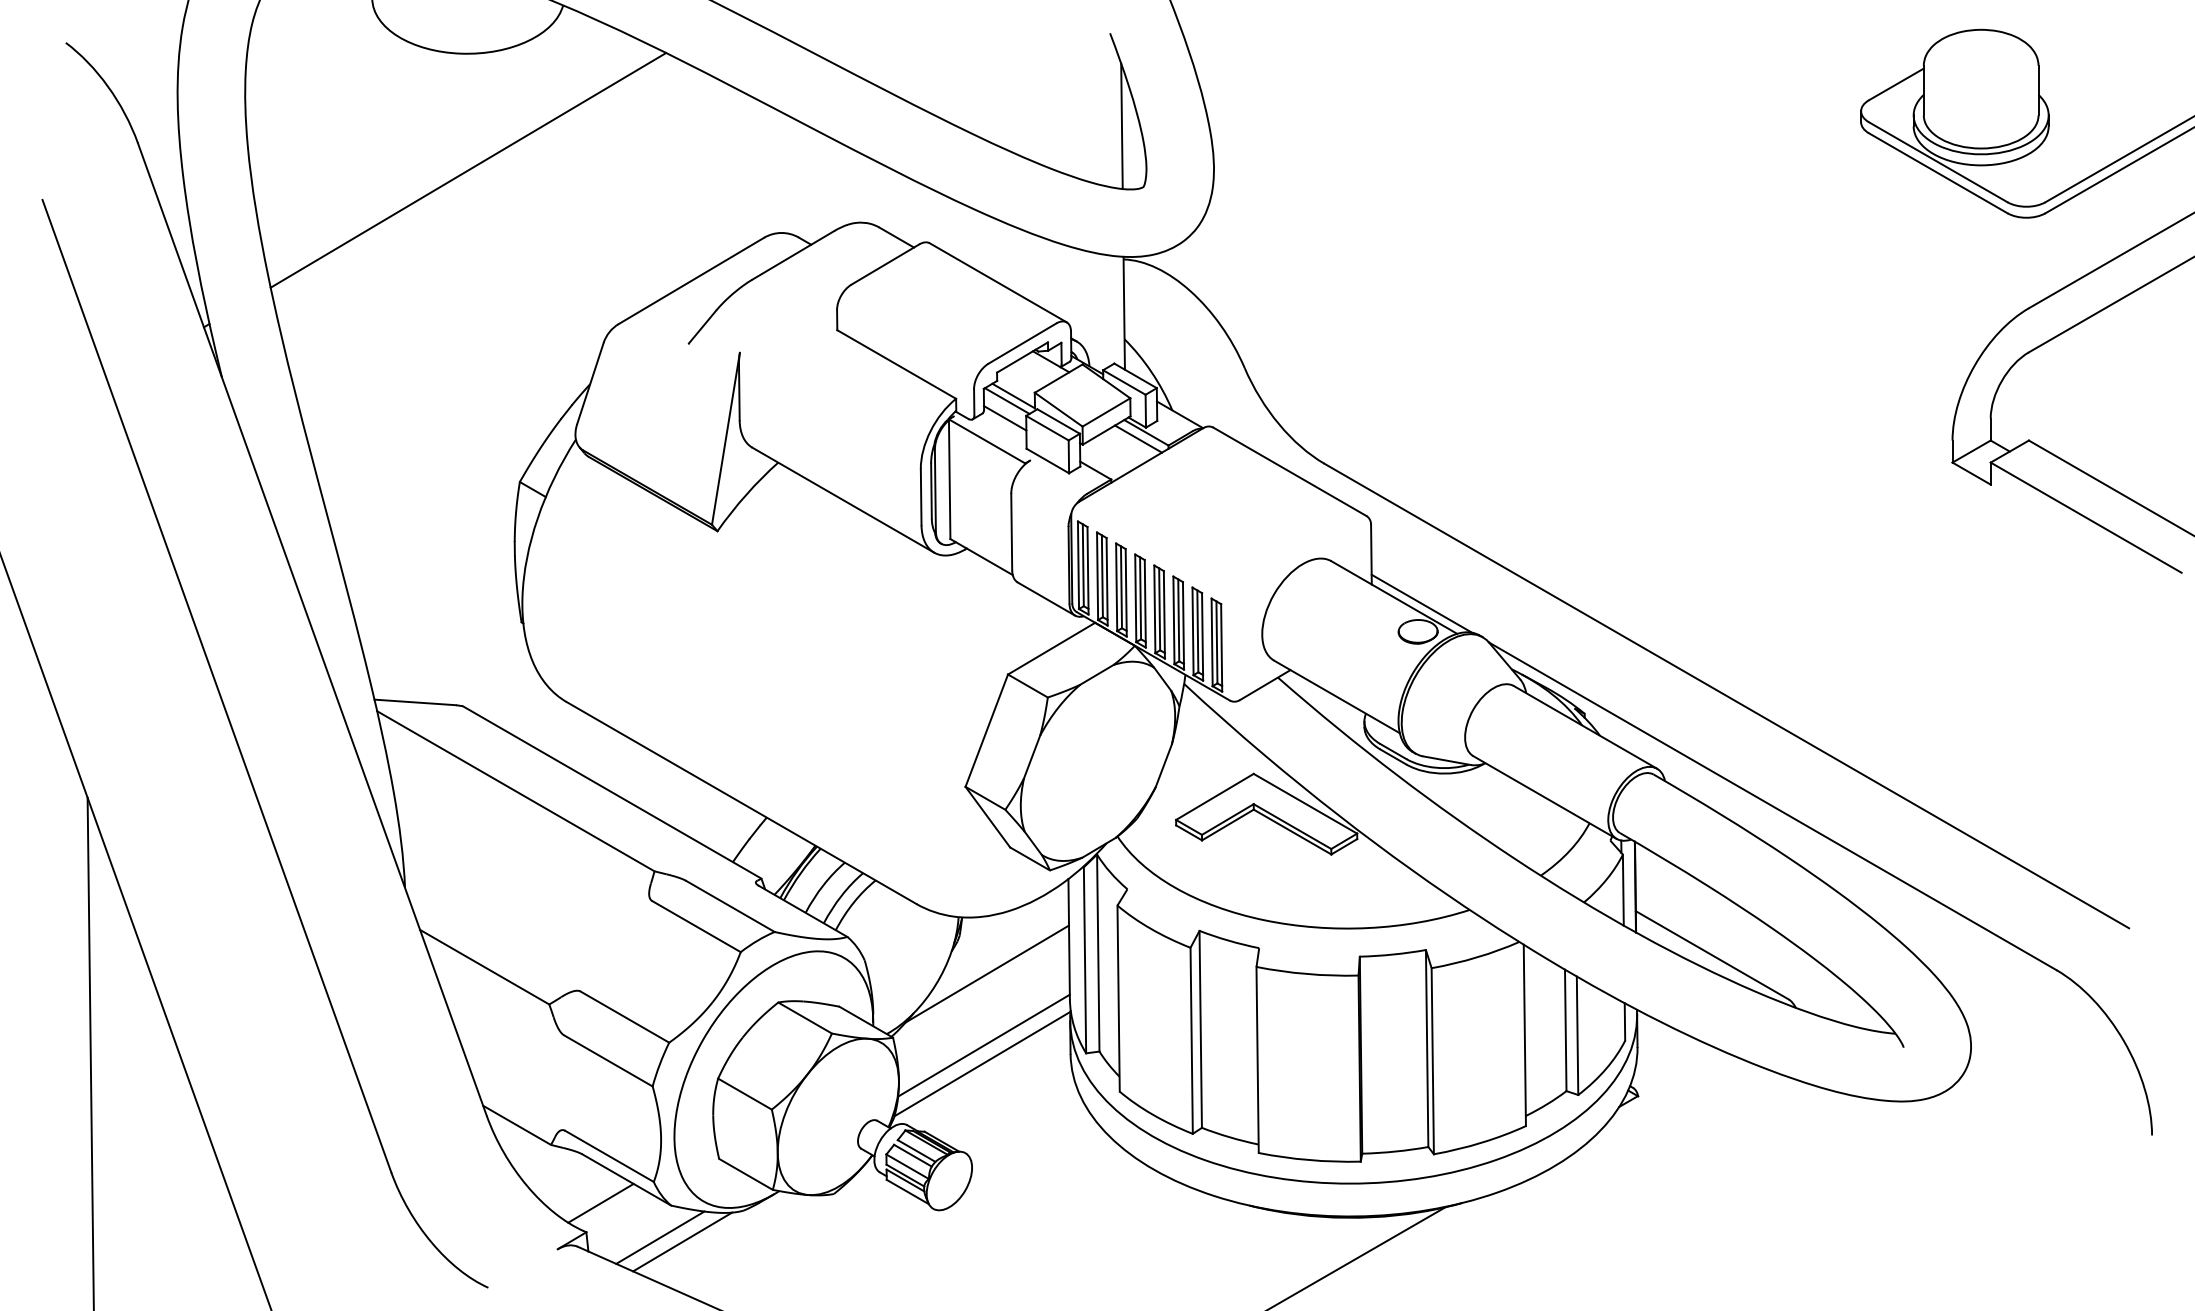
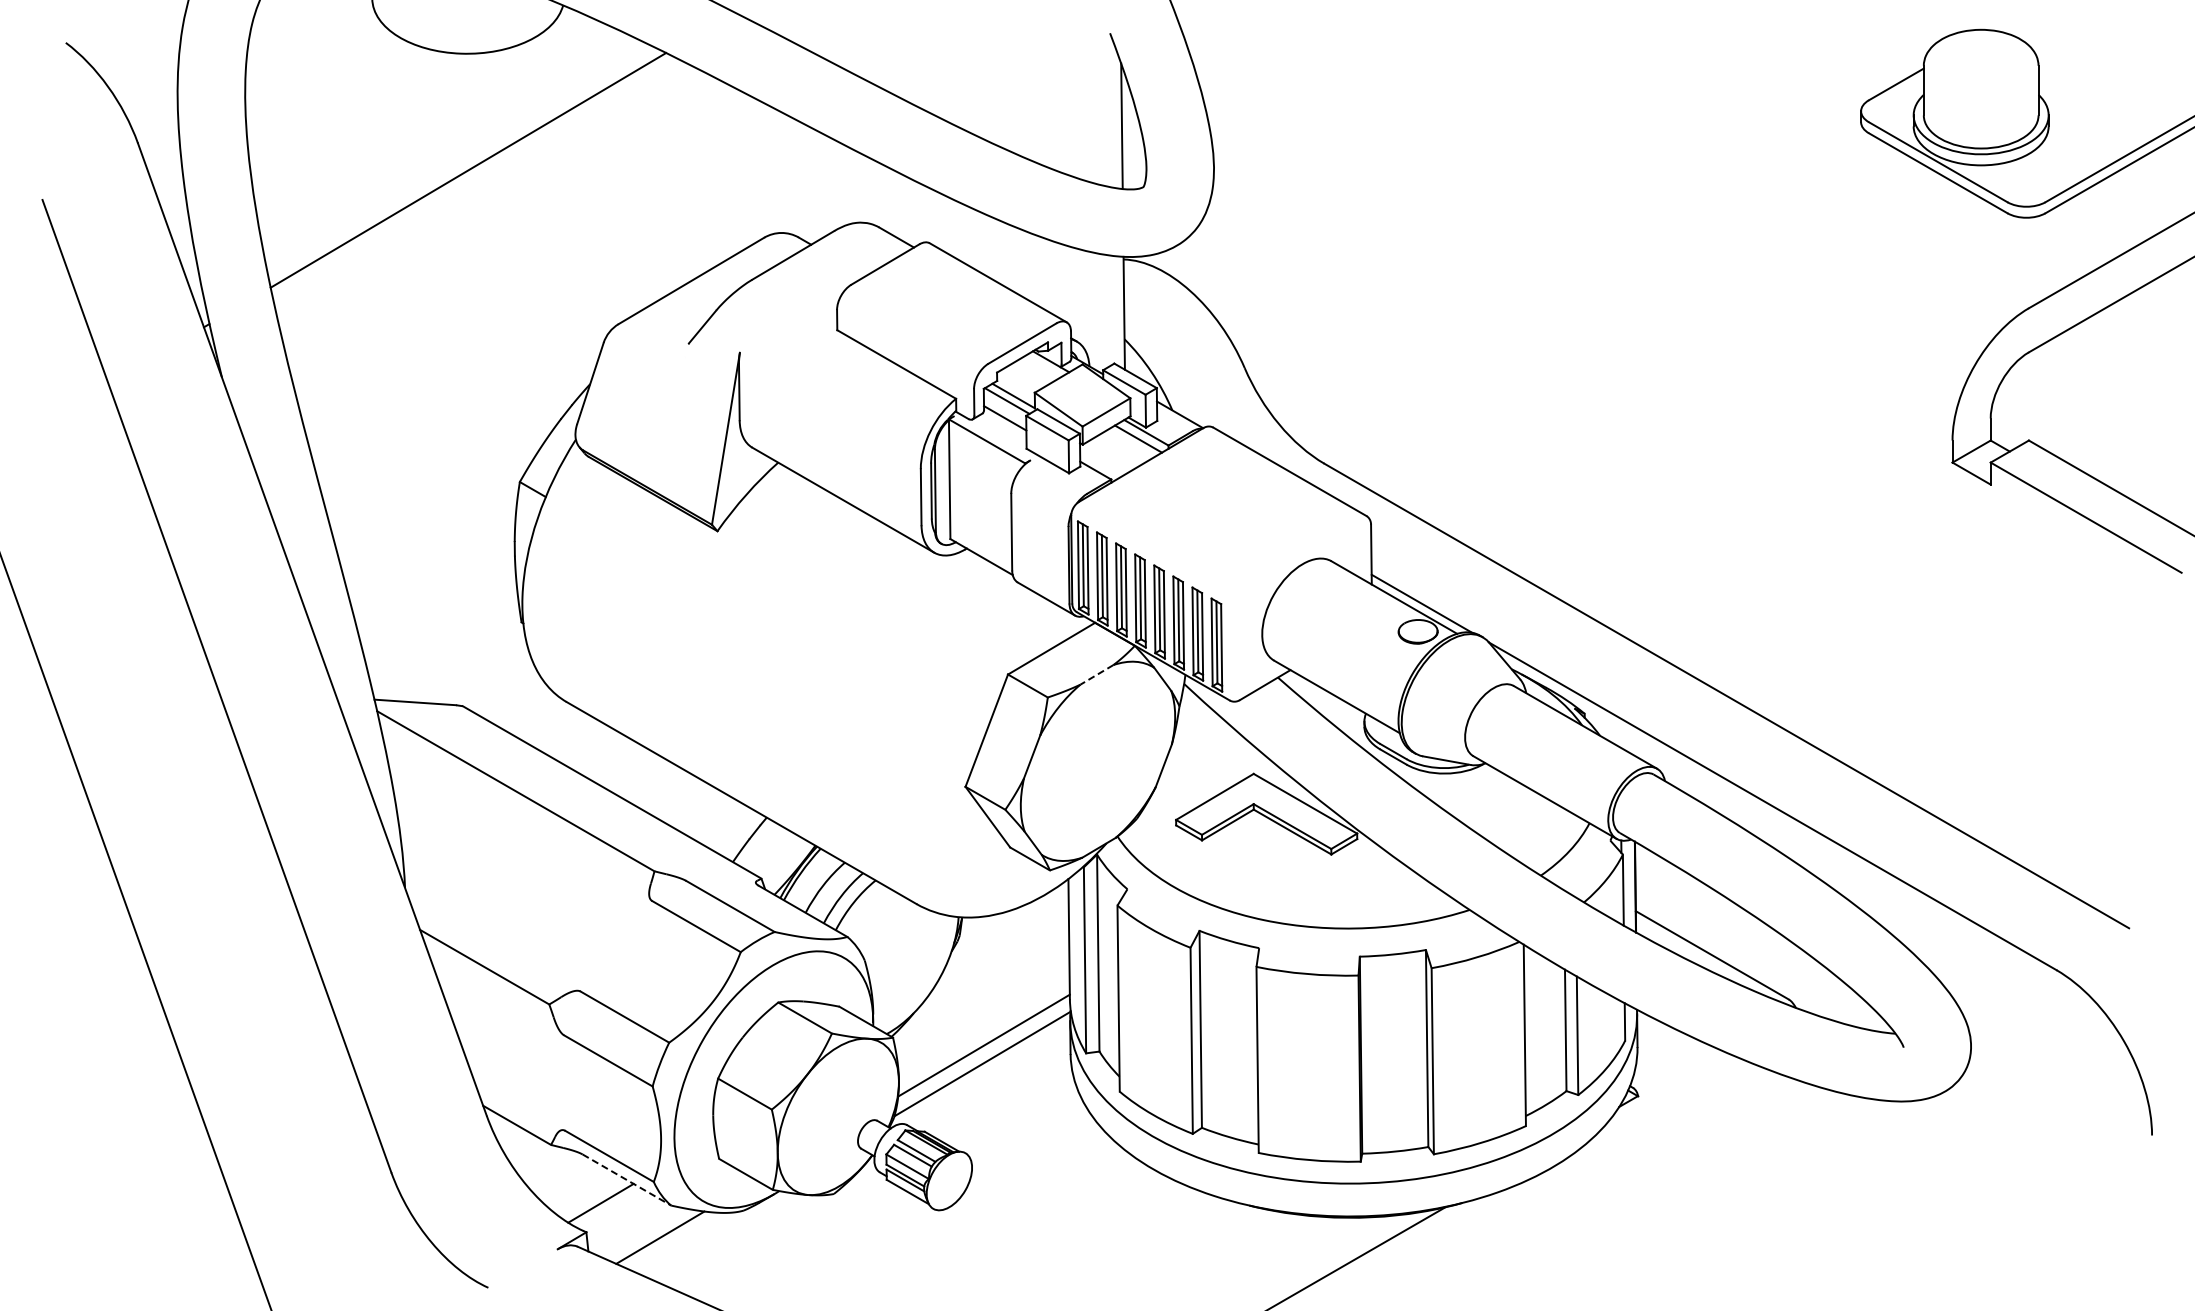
line at (1096, 675): solid -> dashed
line at (987, 973): present -> none
line at (90, 1052): present -> none
line at (627, 1180): solid -> dashed
line at (682, 1241): present -> none
